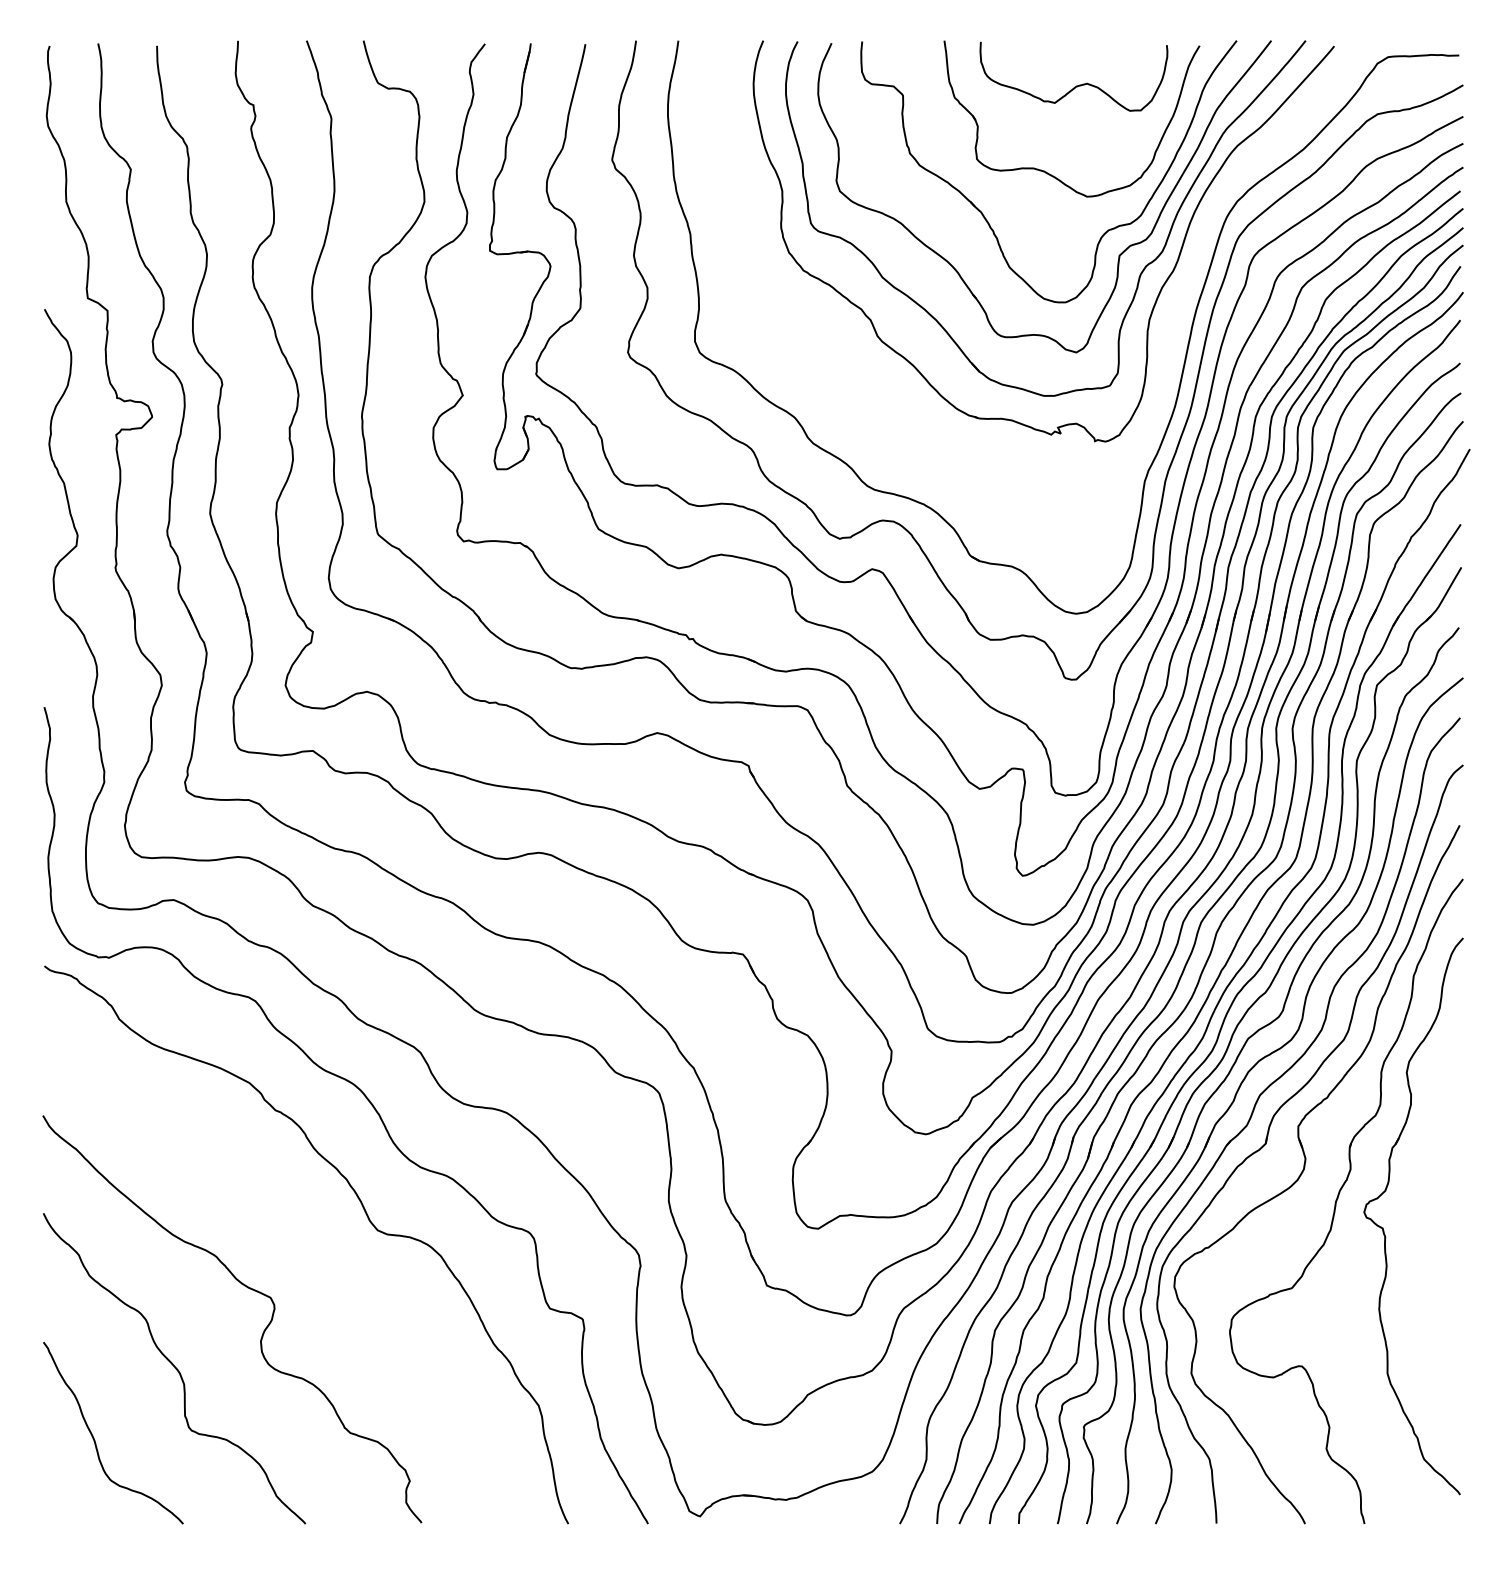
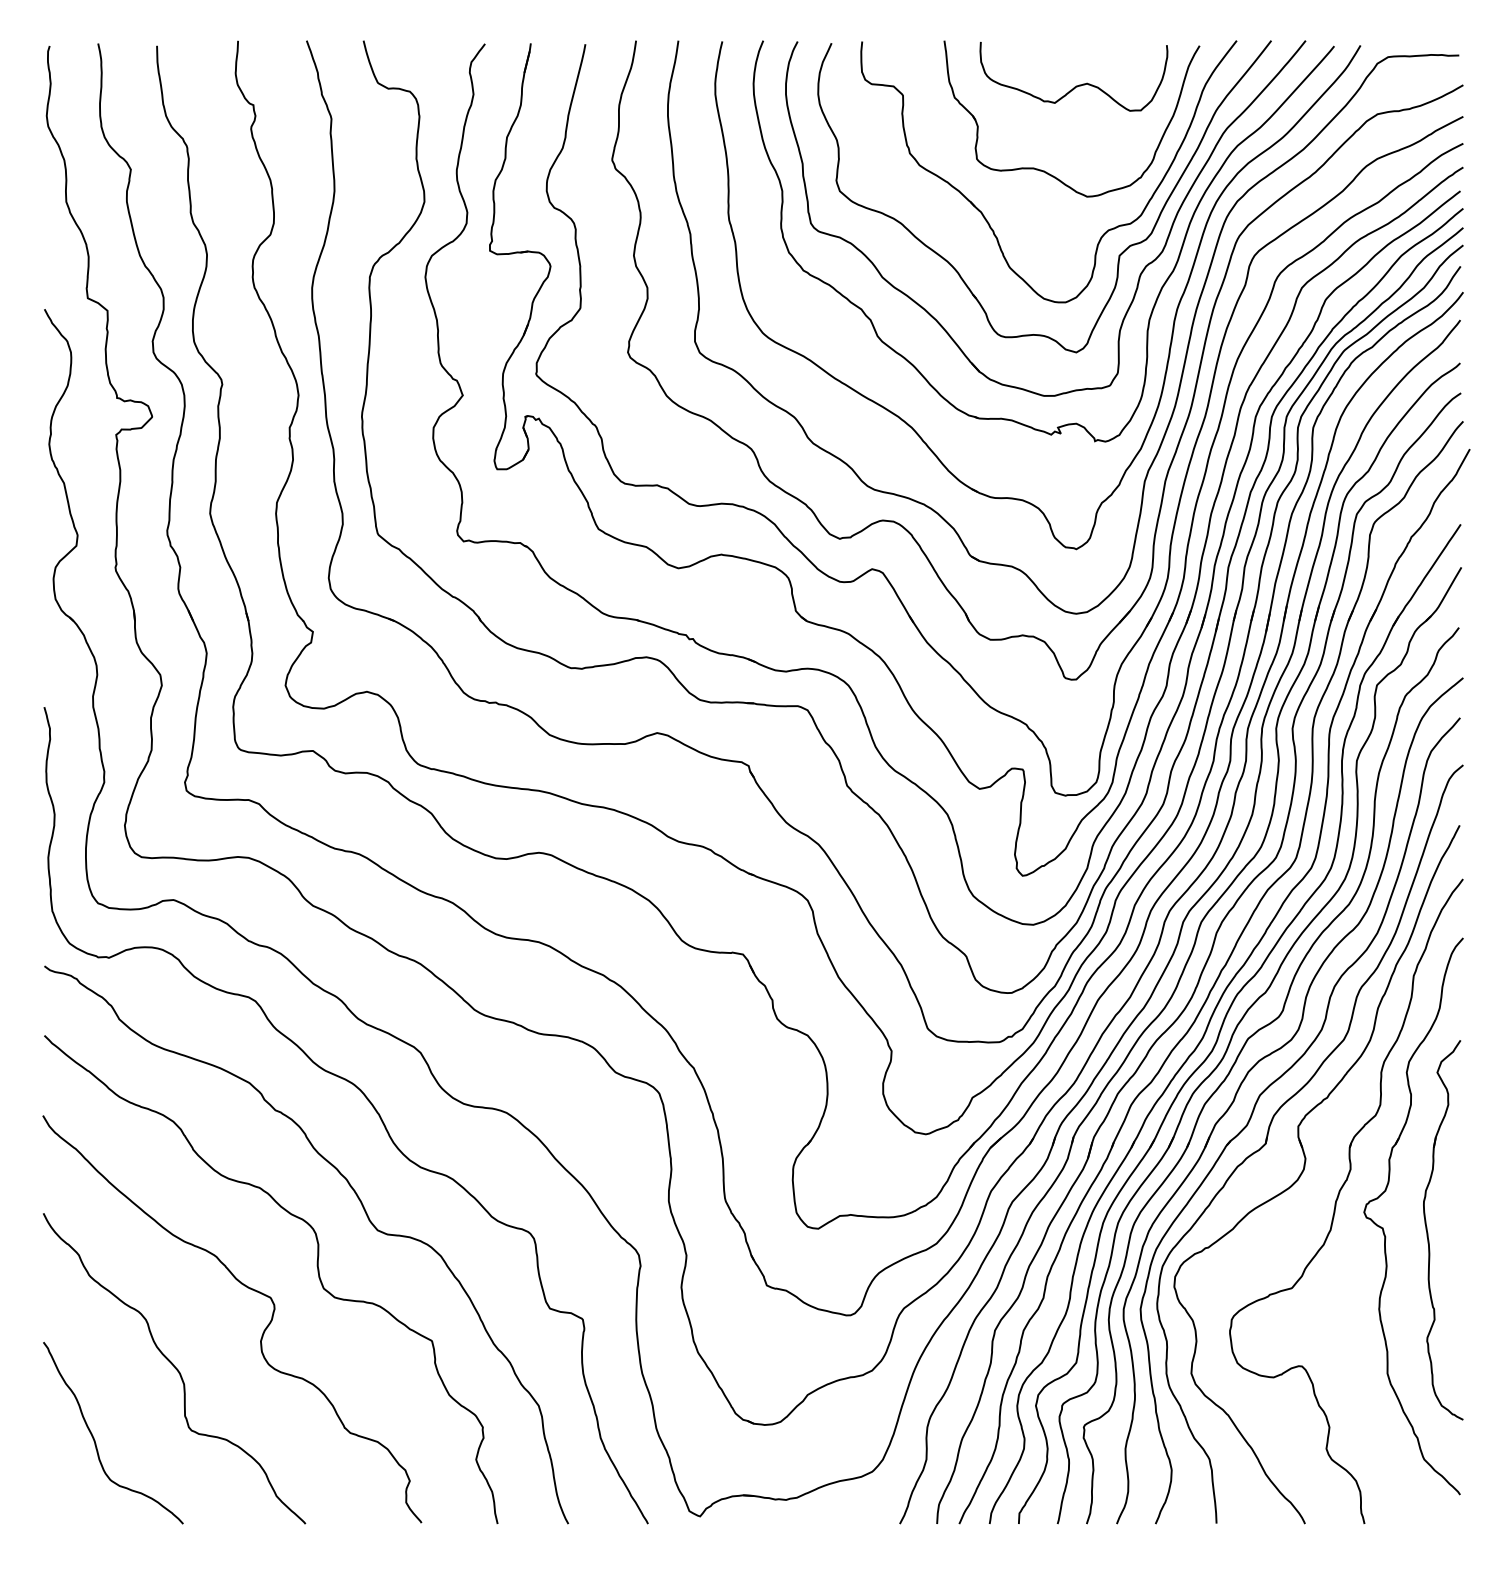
part at (1173, 319): none -> present
part at (1428, 1232): none -> present
curve at (317, 1272): none -> present
